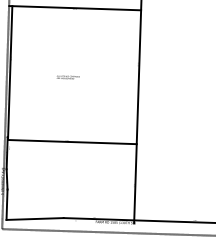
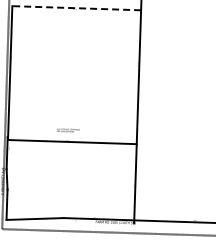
line at (75, 8): solid -> dashed
text at (68, 77) position: (68, 77) -> (68, 130)
